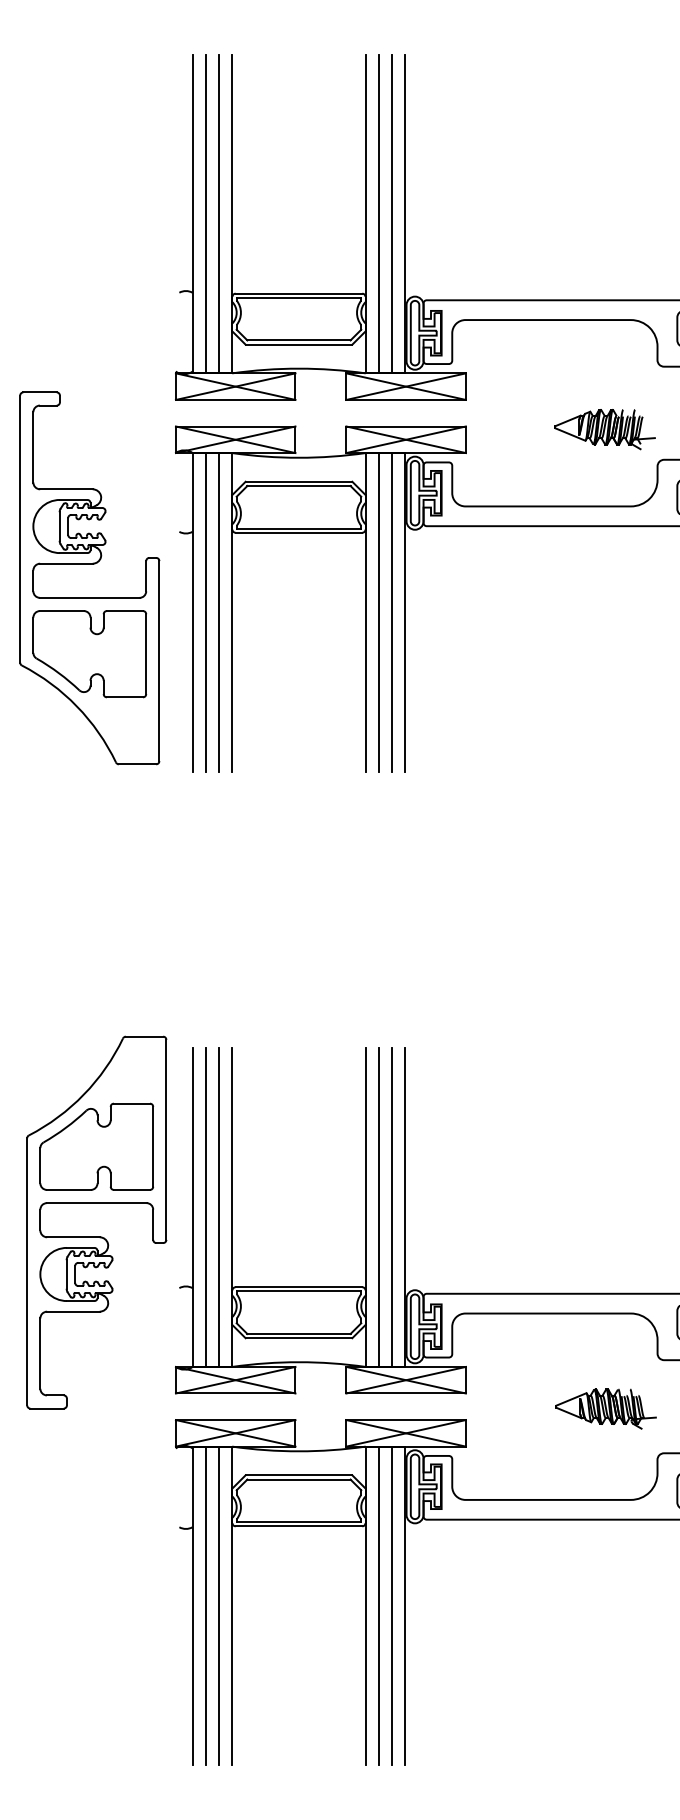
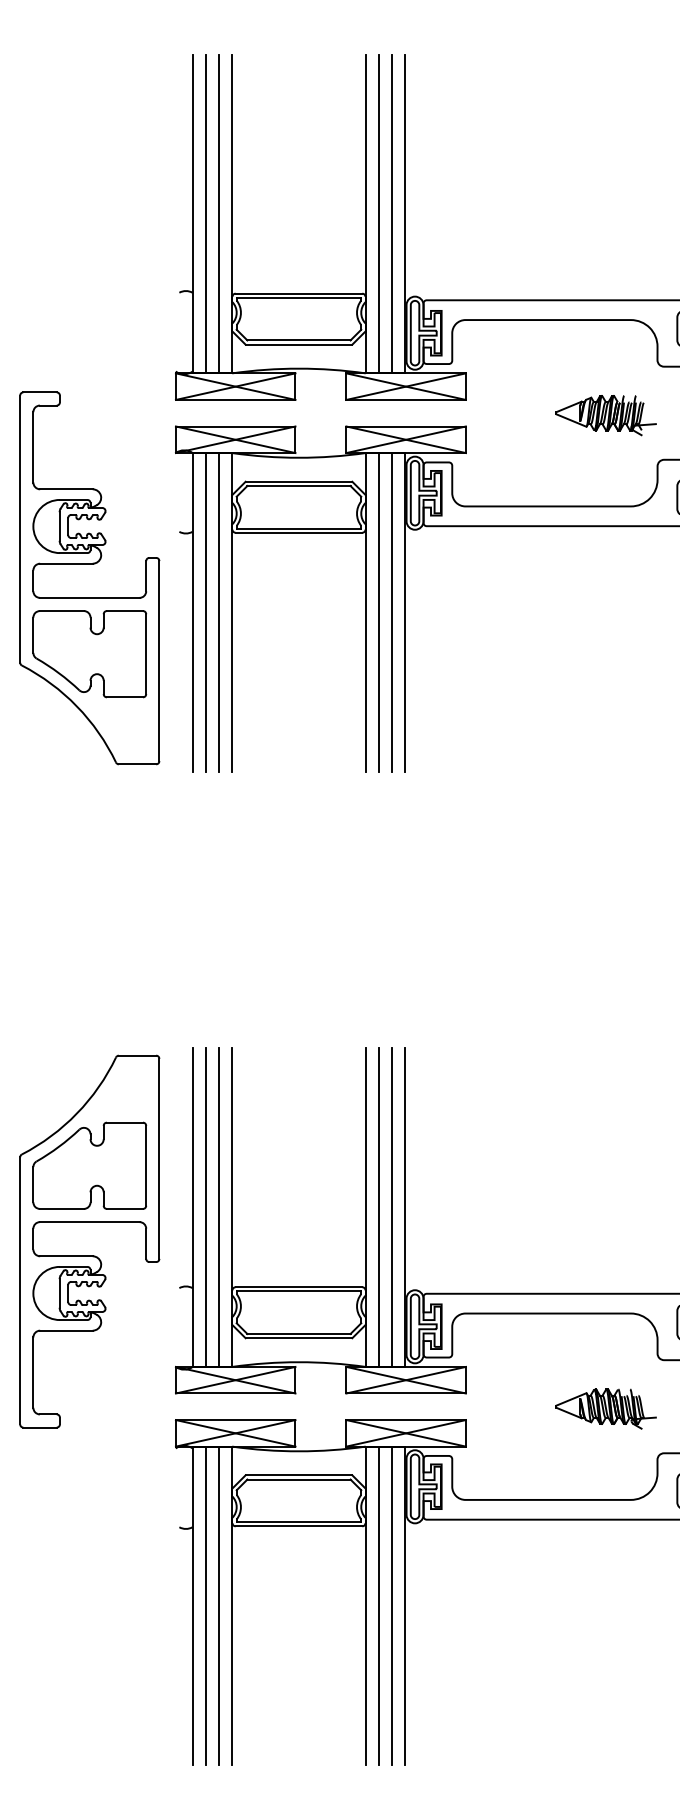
part at (604, 429) position: (604, 429) -> (605, 415)
part at (96, 1236) position: (96, 1236) -> (89, 1255)
